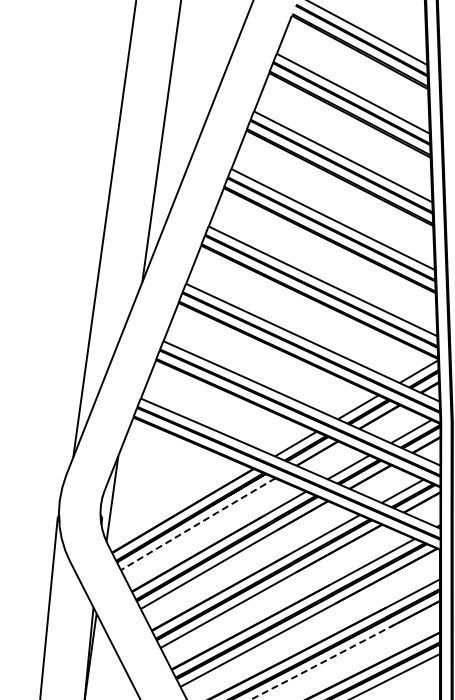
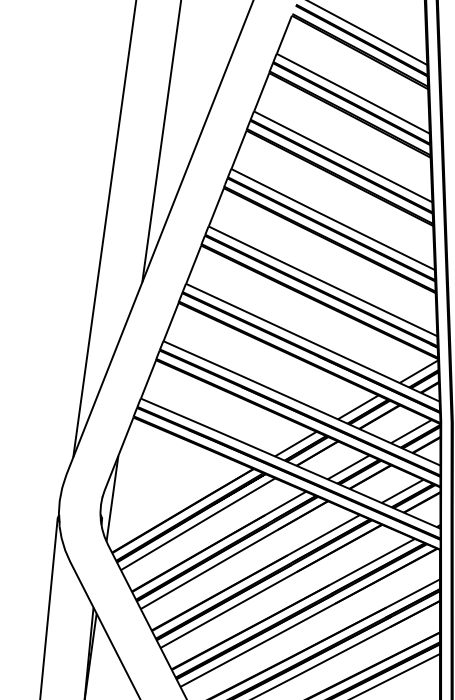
line at (199, 523): dashed -> solid
line at (327, 660): dashed -> solid
